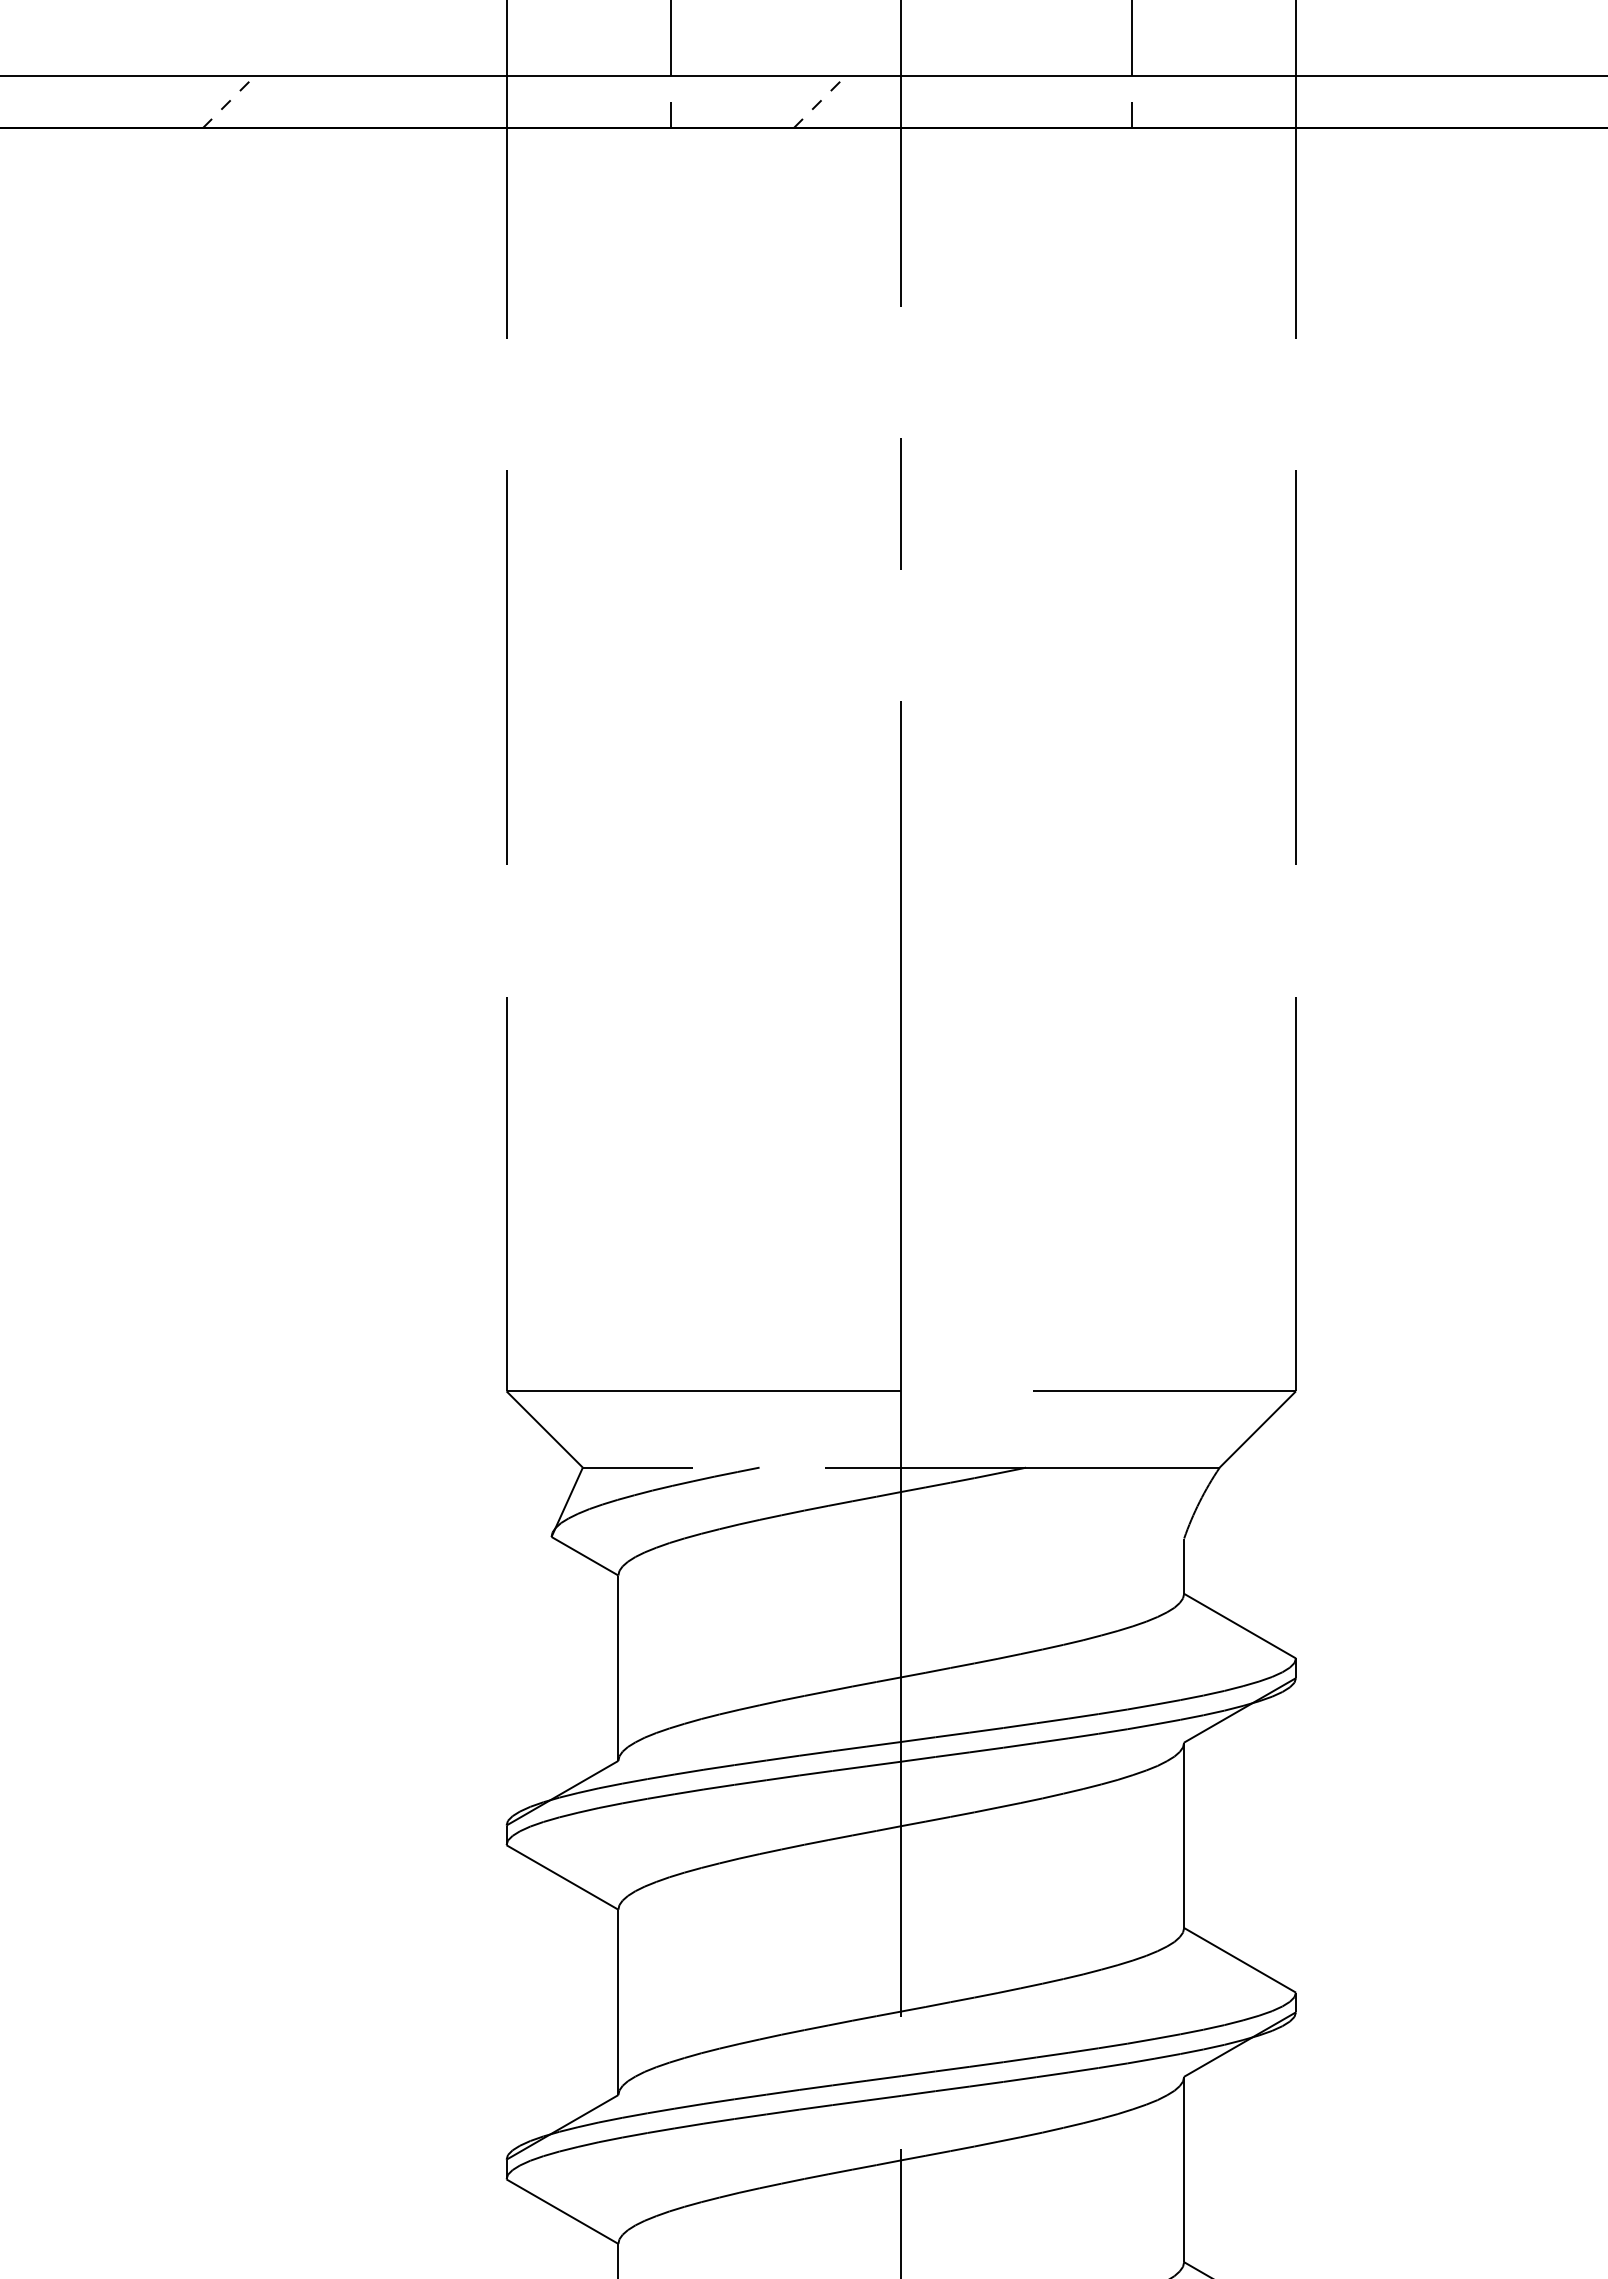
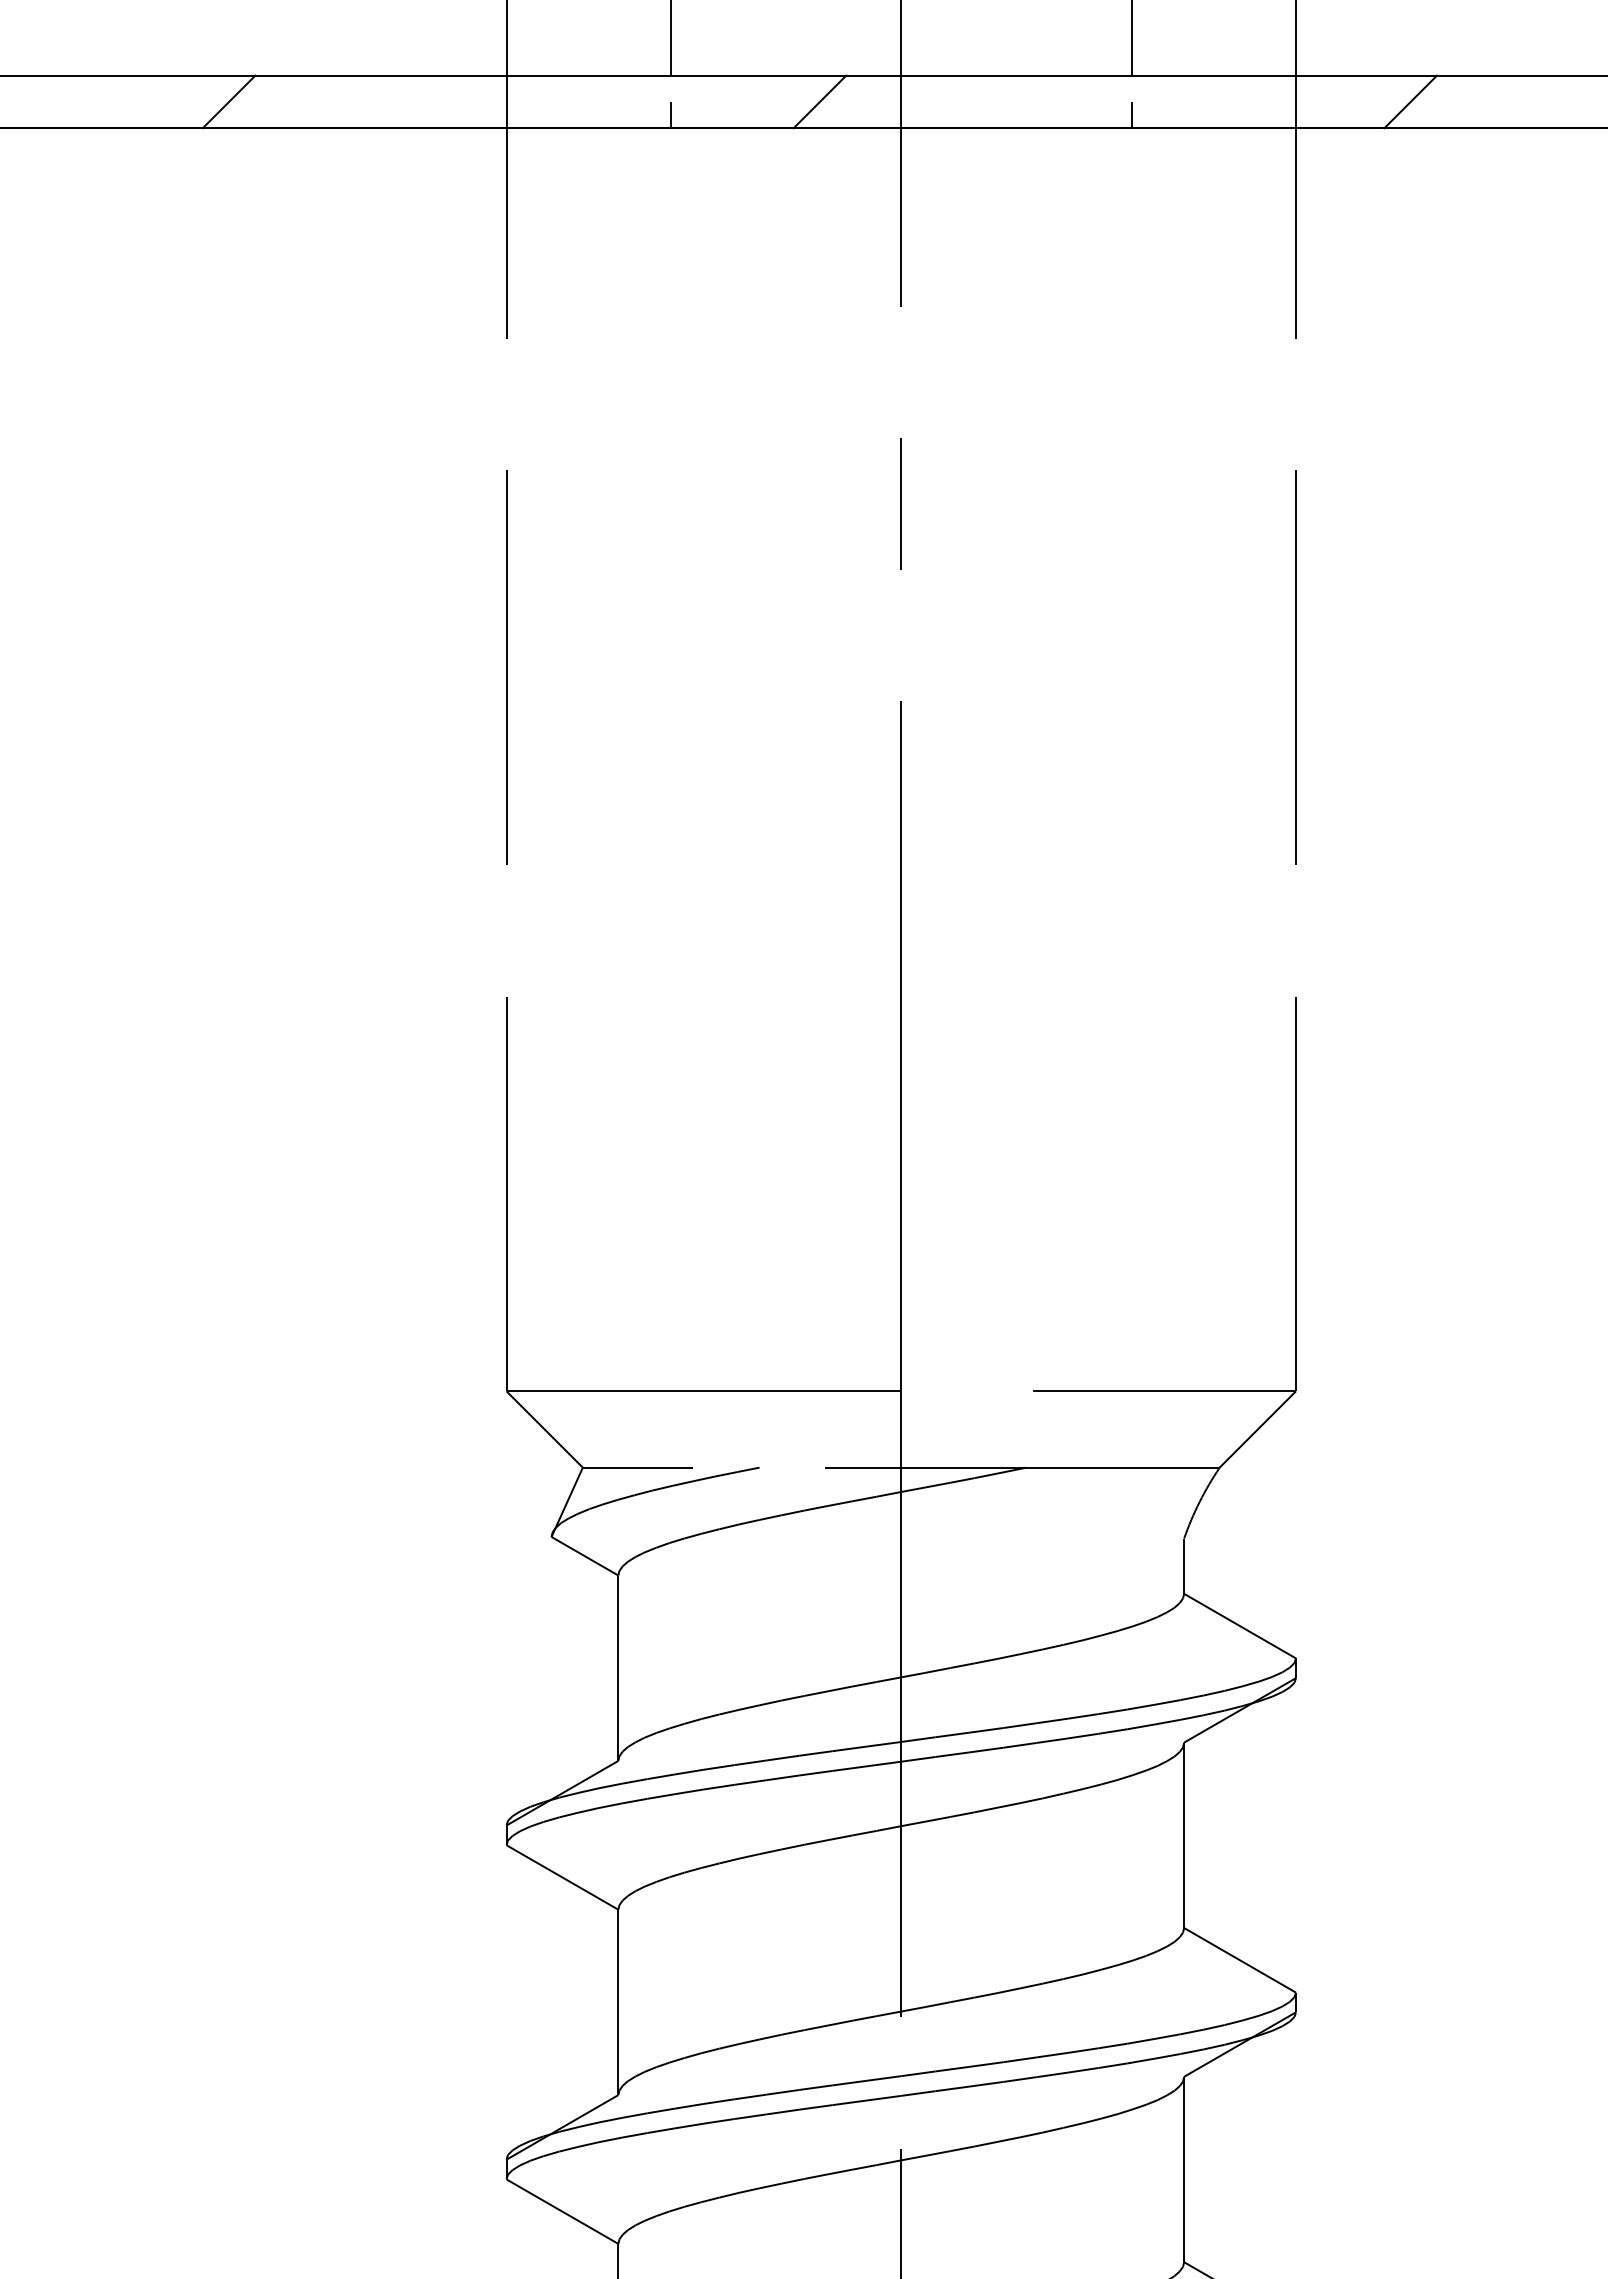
line at (229, 101): dashed -> solid
line at (820, 101): dashed -> solid
line at (1410, 101): none -> present
